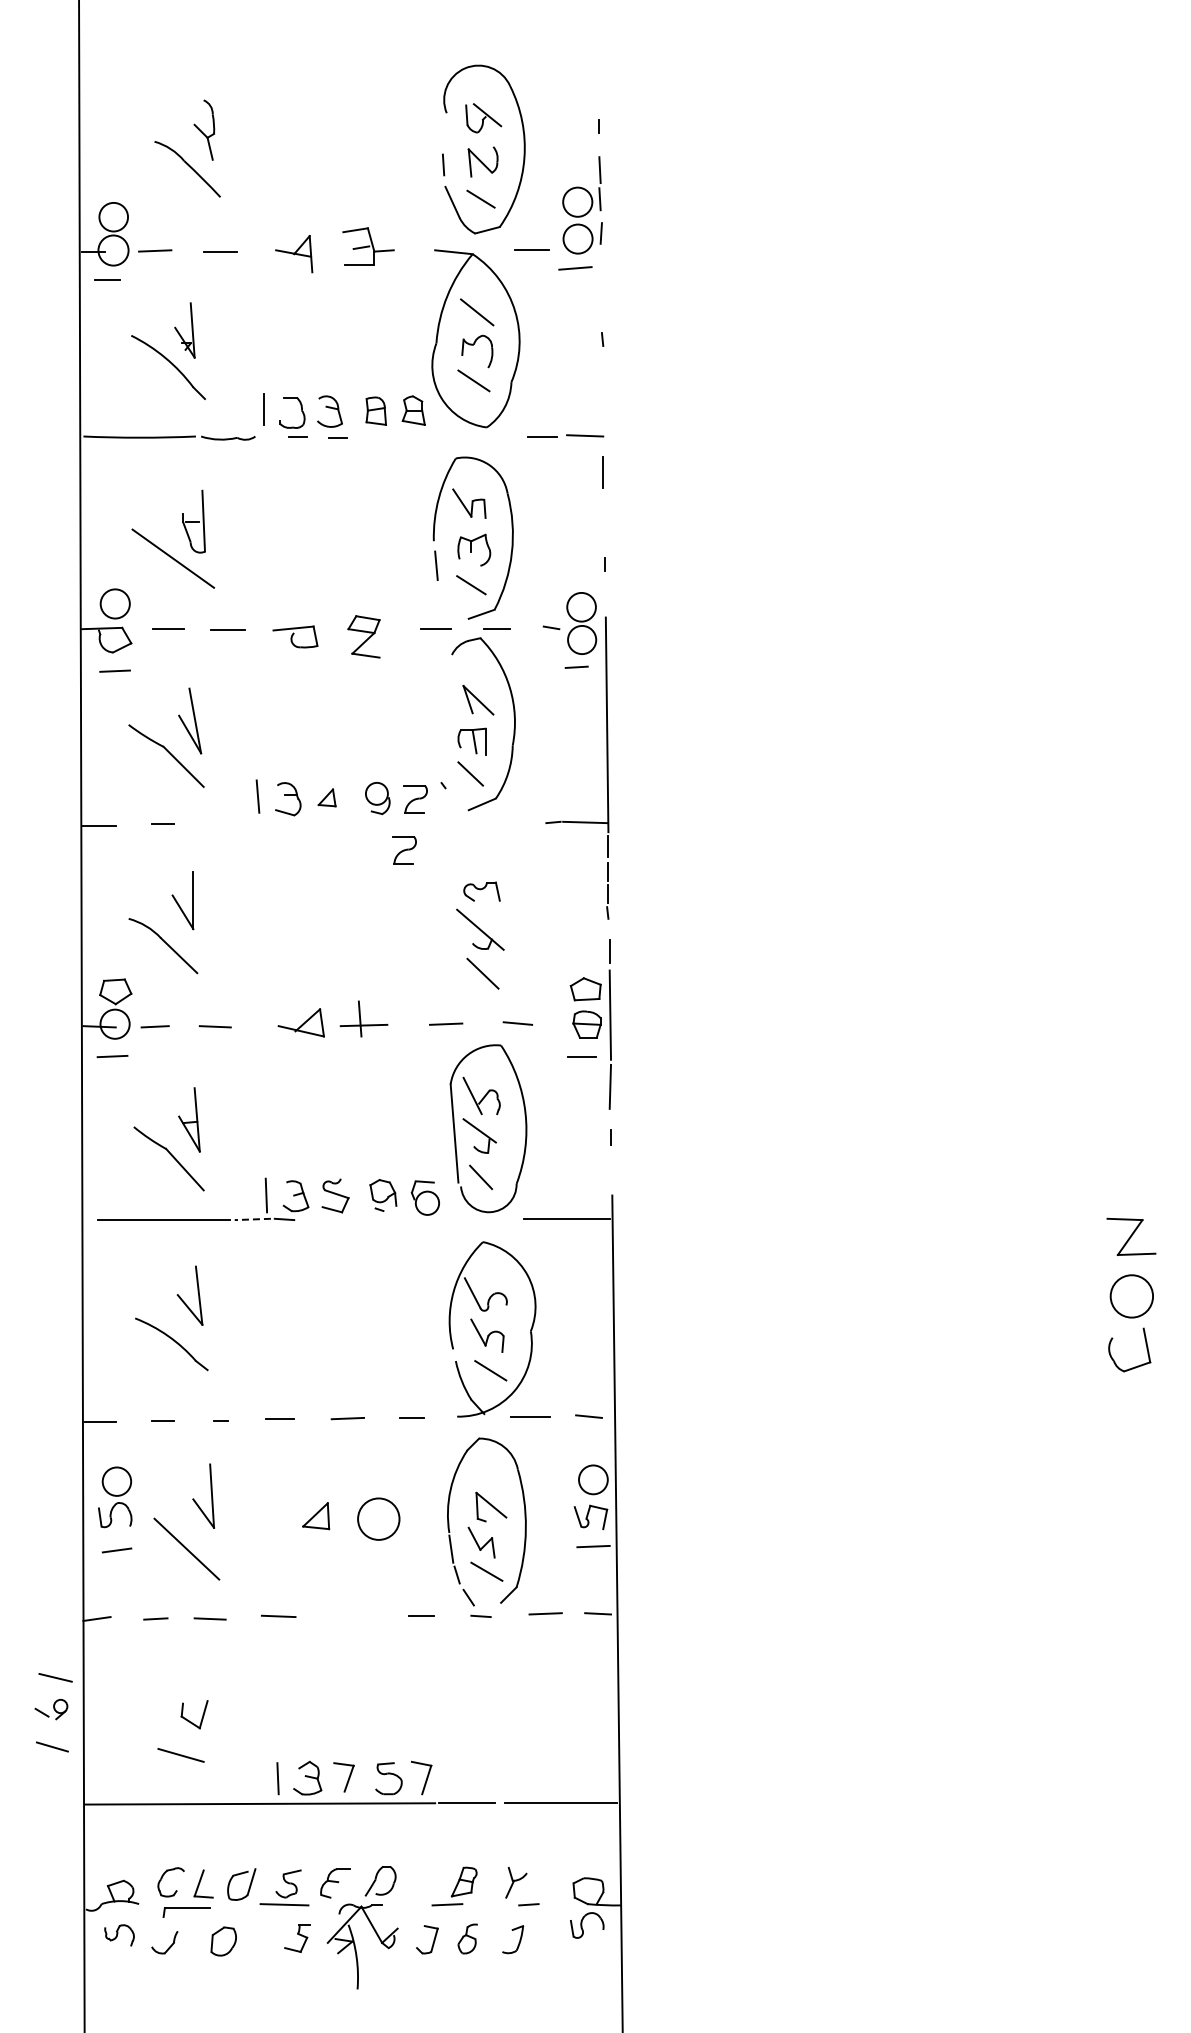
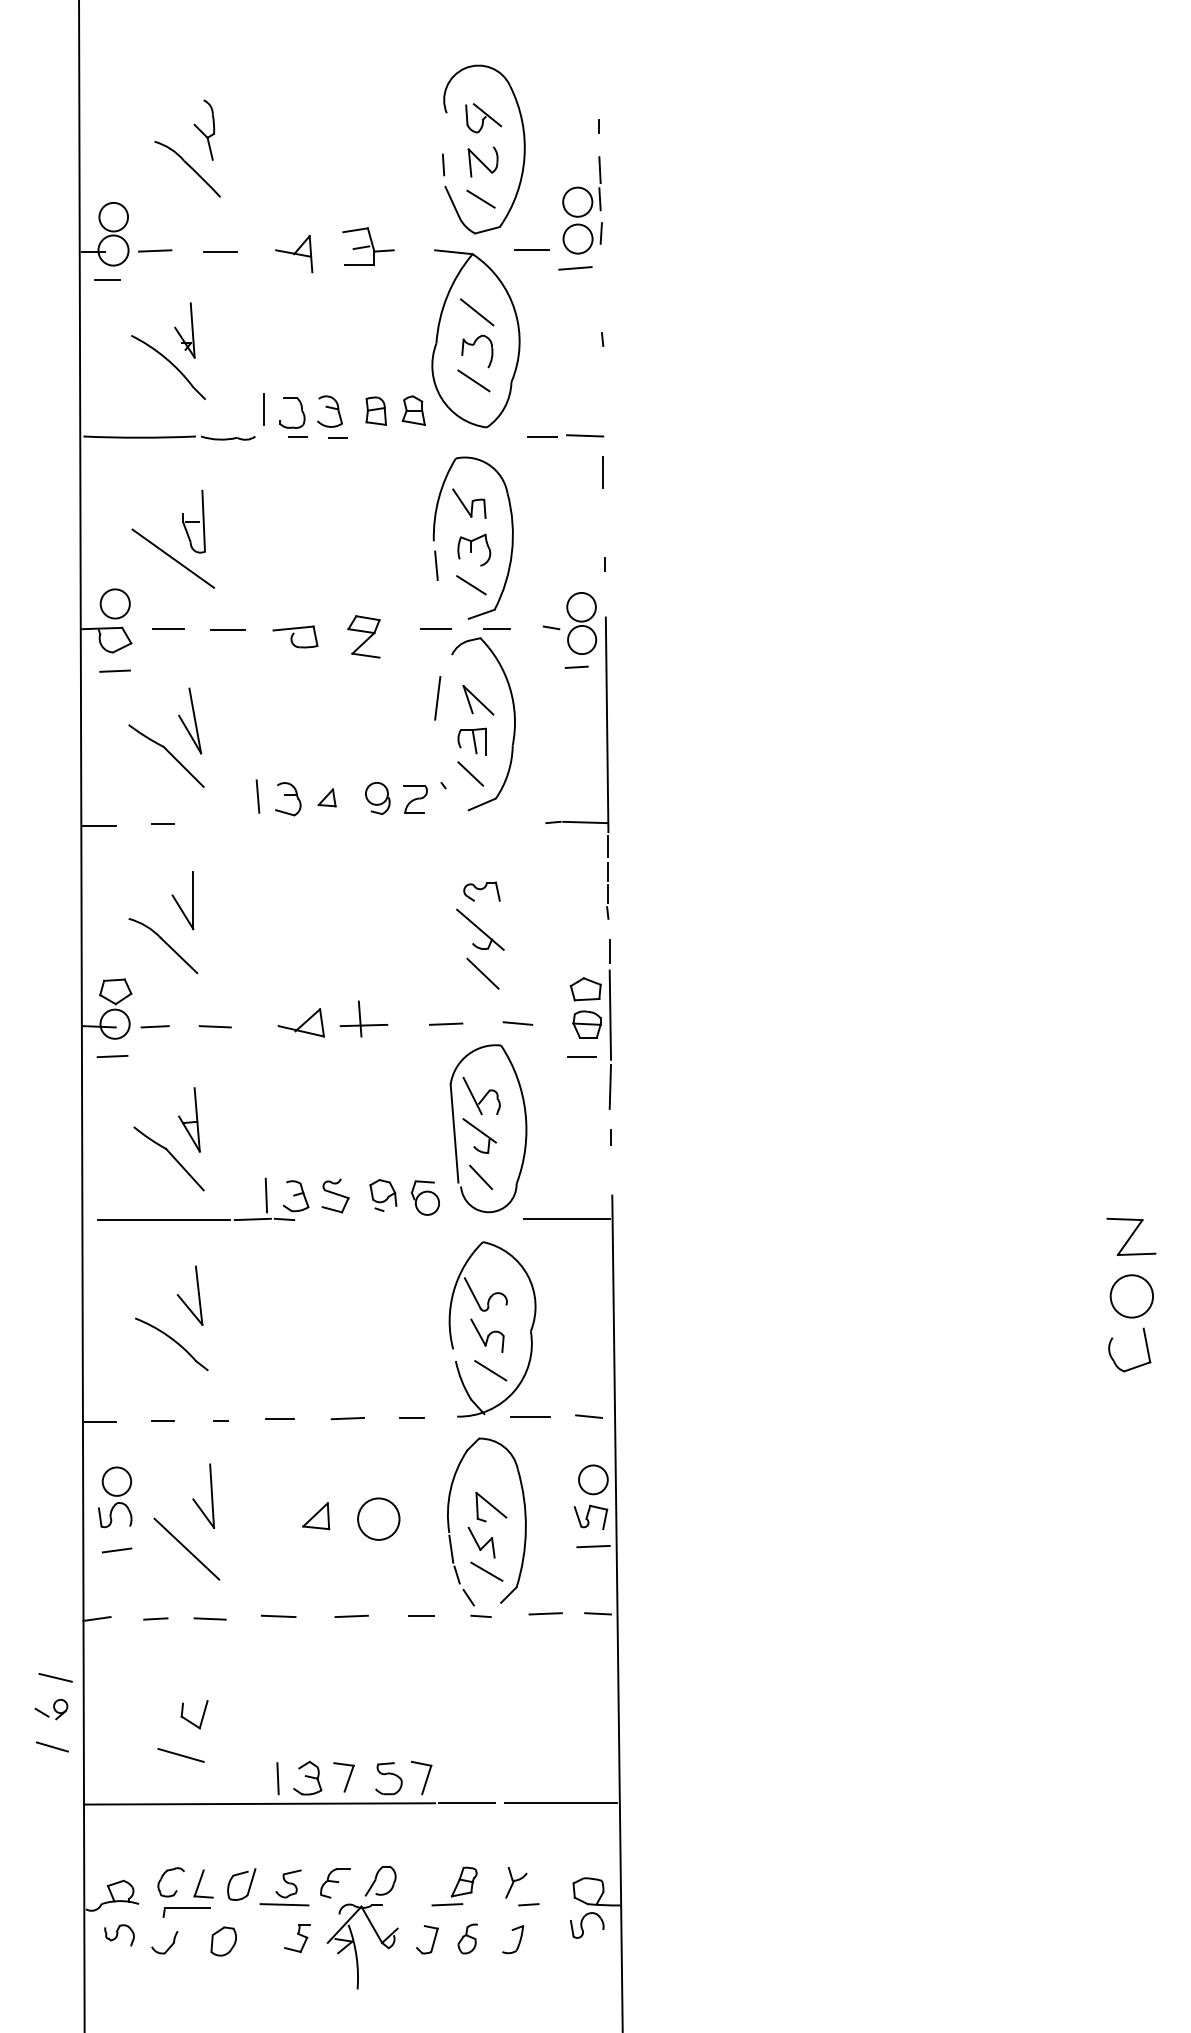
line at (437, 698): none -> present
part at (404, 850): present -> none
line at (252, 1219): dashed -> solid
line at (351, 1616): none -> present
